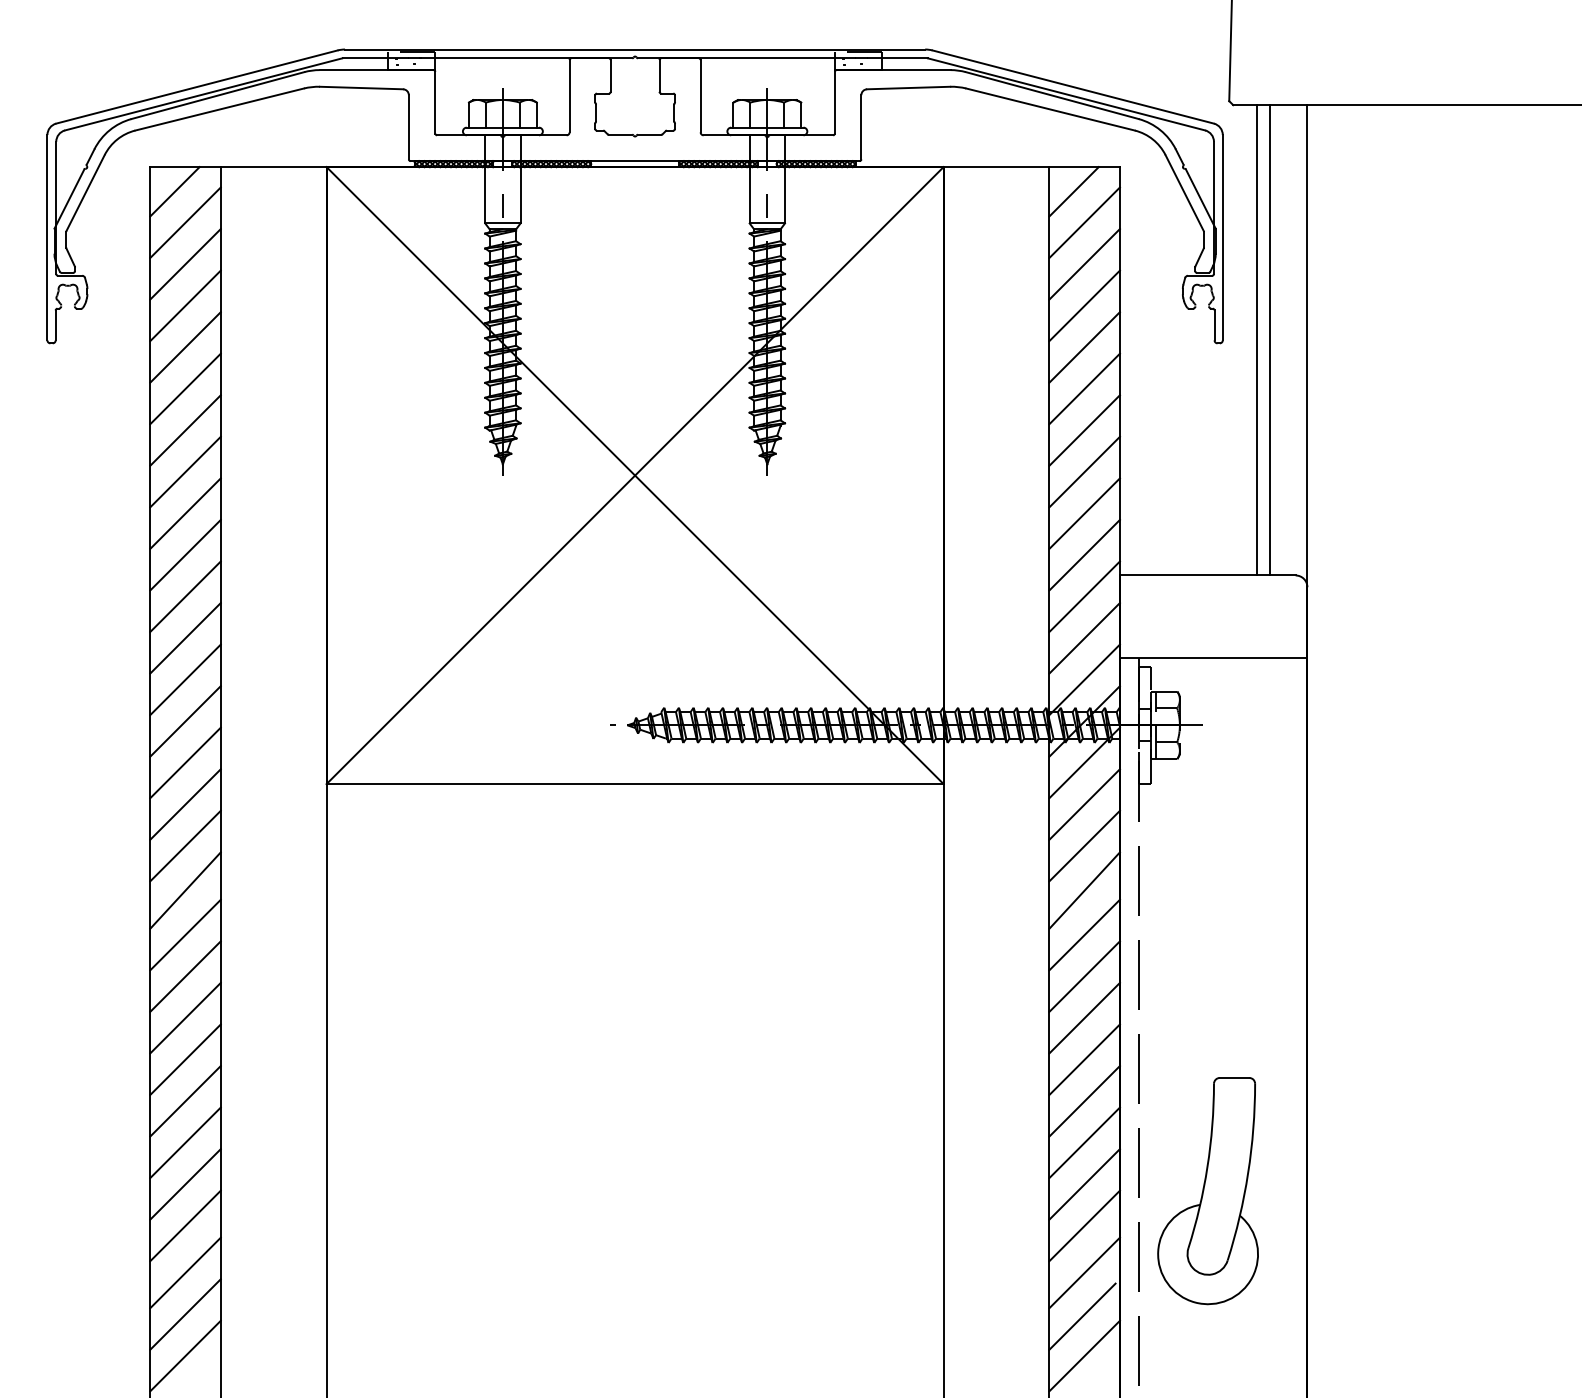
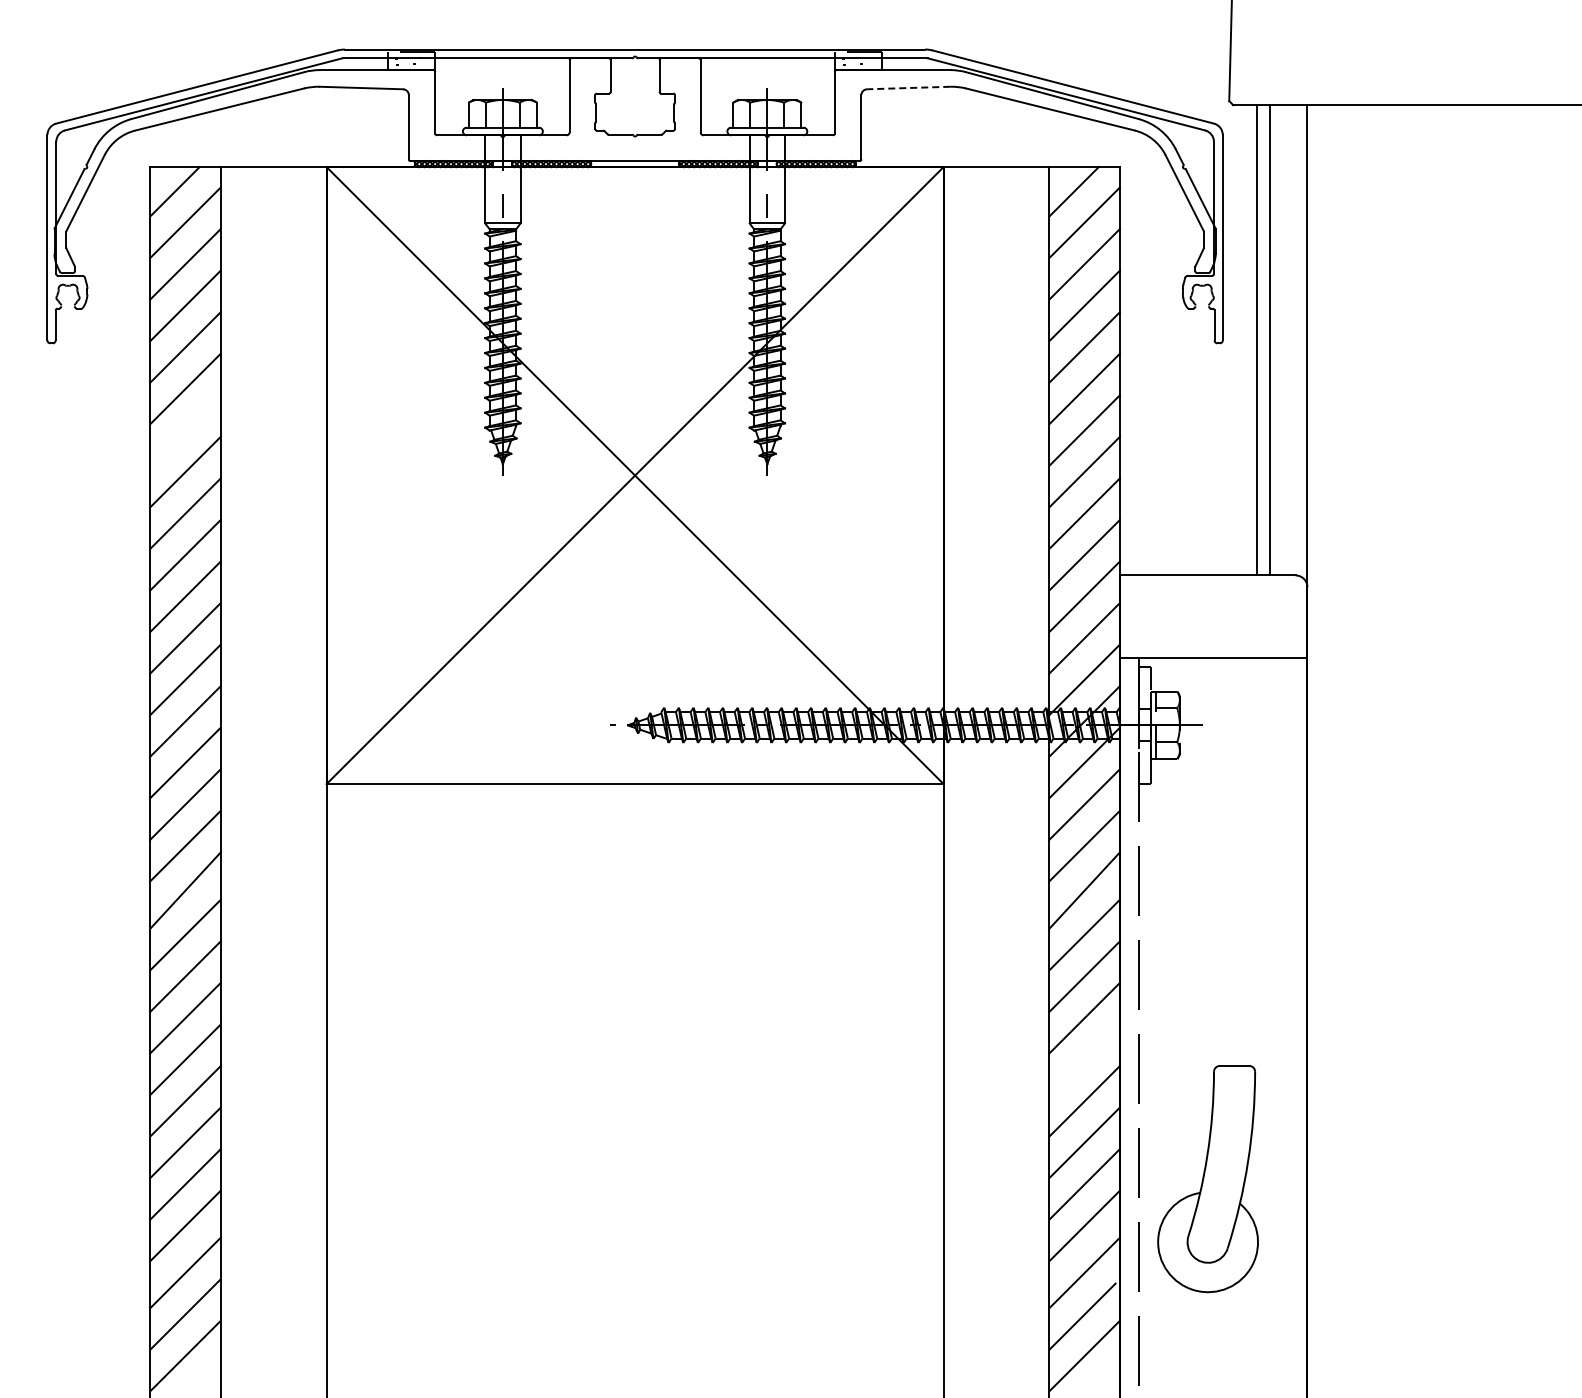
line at (908, 88): solid -> dashed
line at (185, 430): present -> none
line at (1084, 1059): present -> none
part at (1207, 1191) position: (1207, 1191) -> (1207, 1179)
